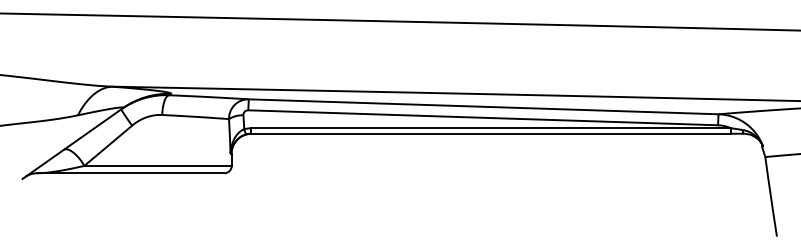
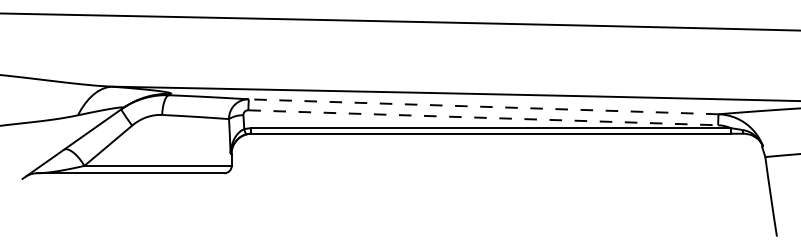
line at (484, 106): solid -> dashed
line at (483, 117): solid -> dashed
